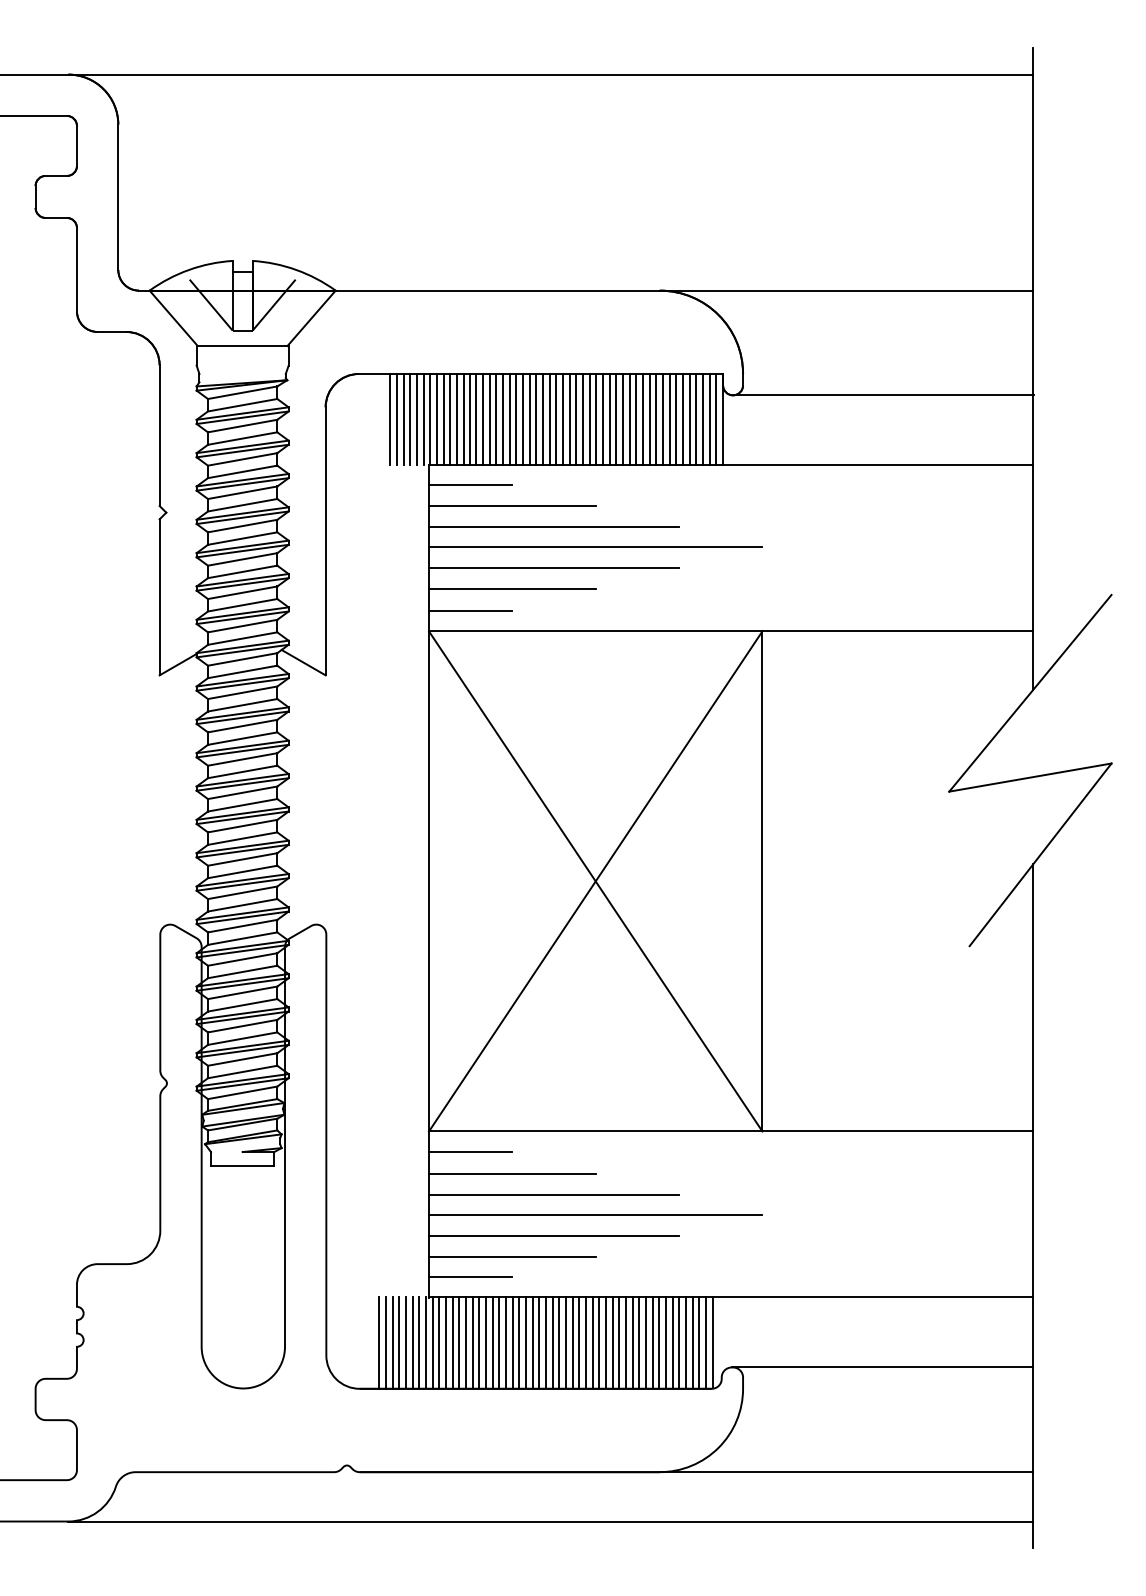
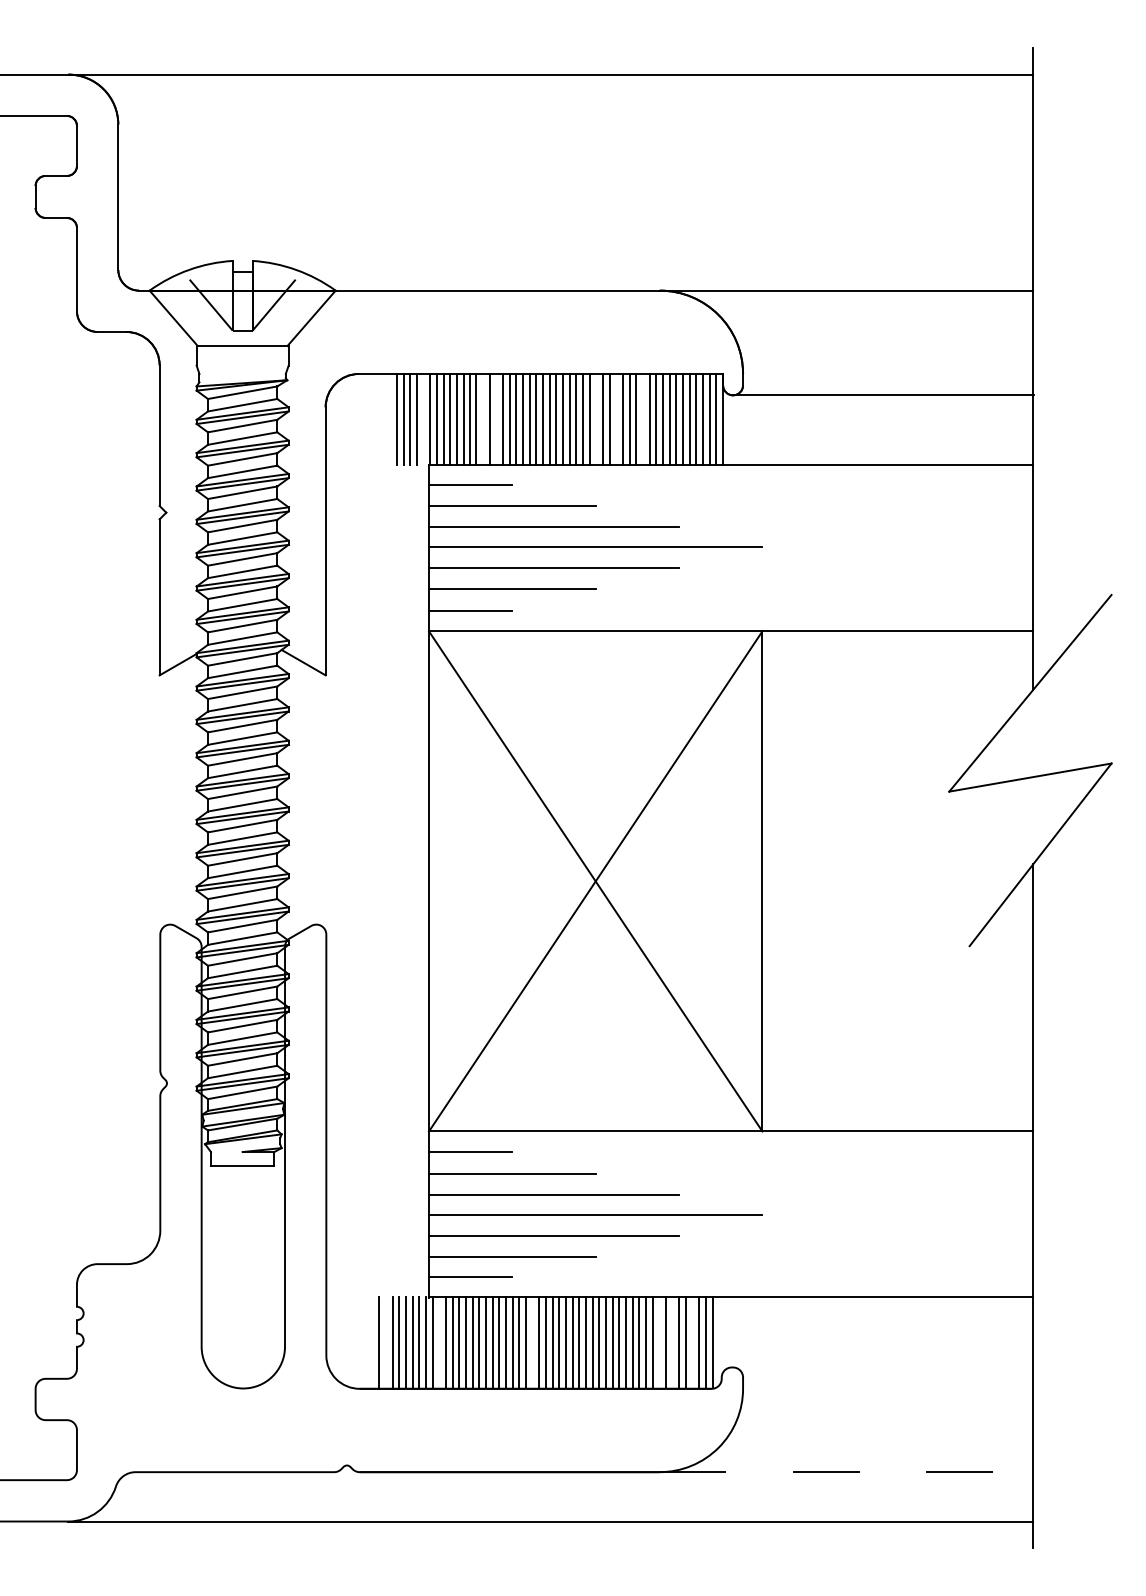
line at (389, 418): present -> none
line at (423, 418): present -> none
line at (483, 418): present -> none
line at (496, 418): present -> none
line at (596, 418): present -> none
line at (616, 418): present -> none
line at (643, 418): present -> none
line at (385, 1342): present -> none
line at (439, 1342): present -> none
line at (532, 1342): present -> none
line at (659, 1342): present -> none
line at (672, 1342): present -> none
line at (692, 1342): present -> none
line at (882, 1367): present -> none
line at (846, 1472): solid -> dashed
